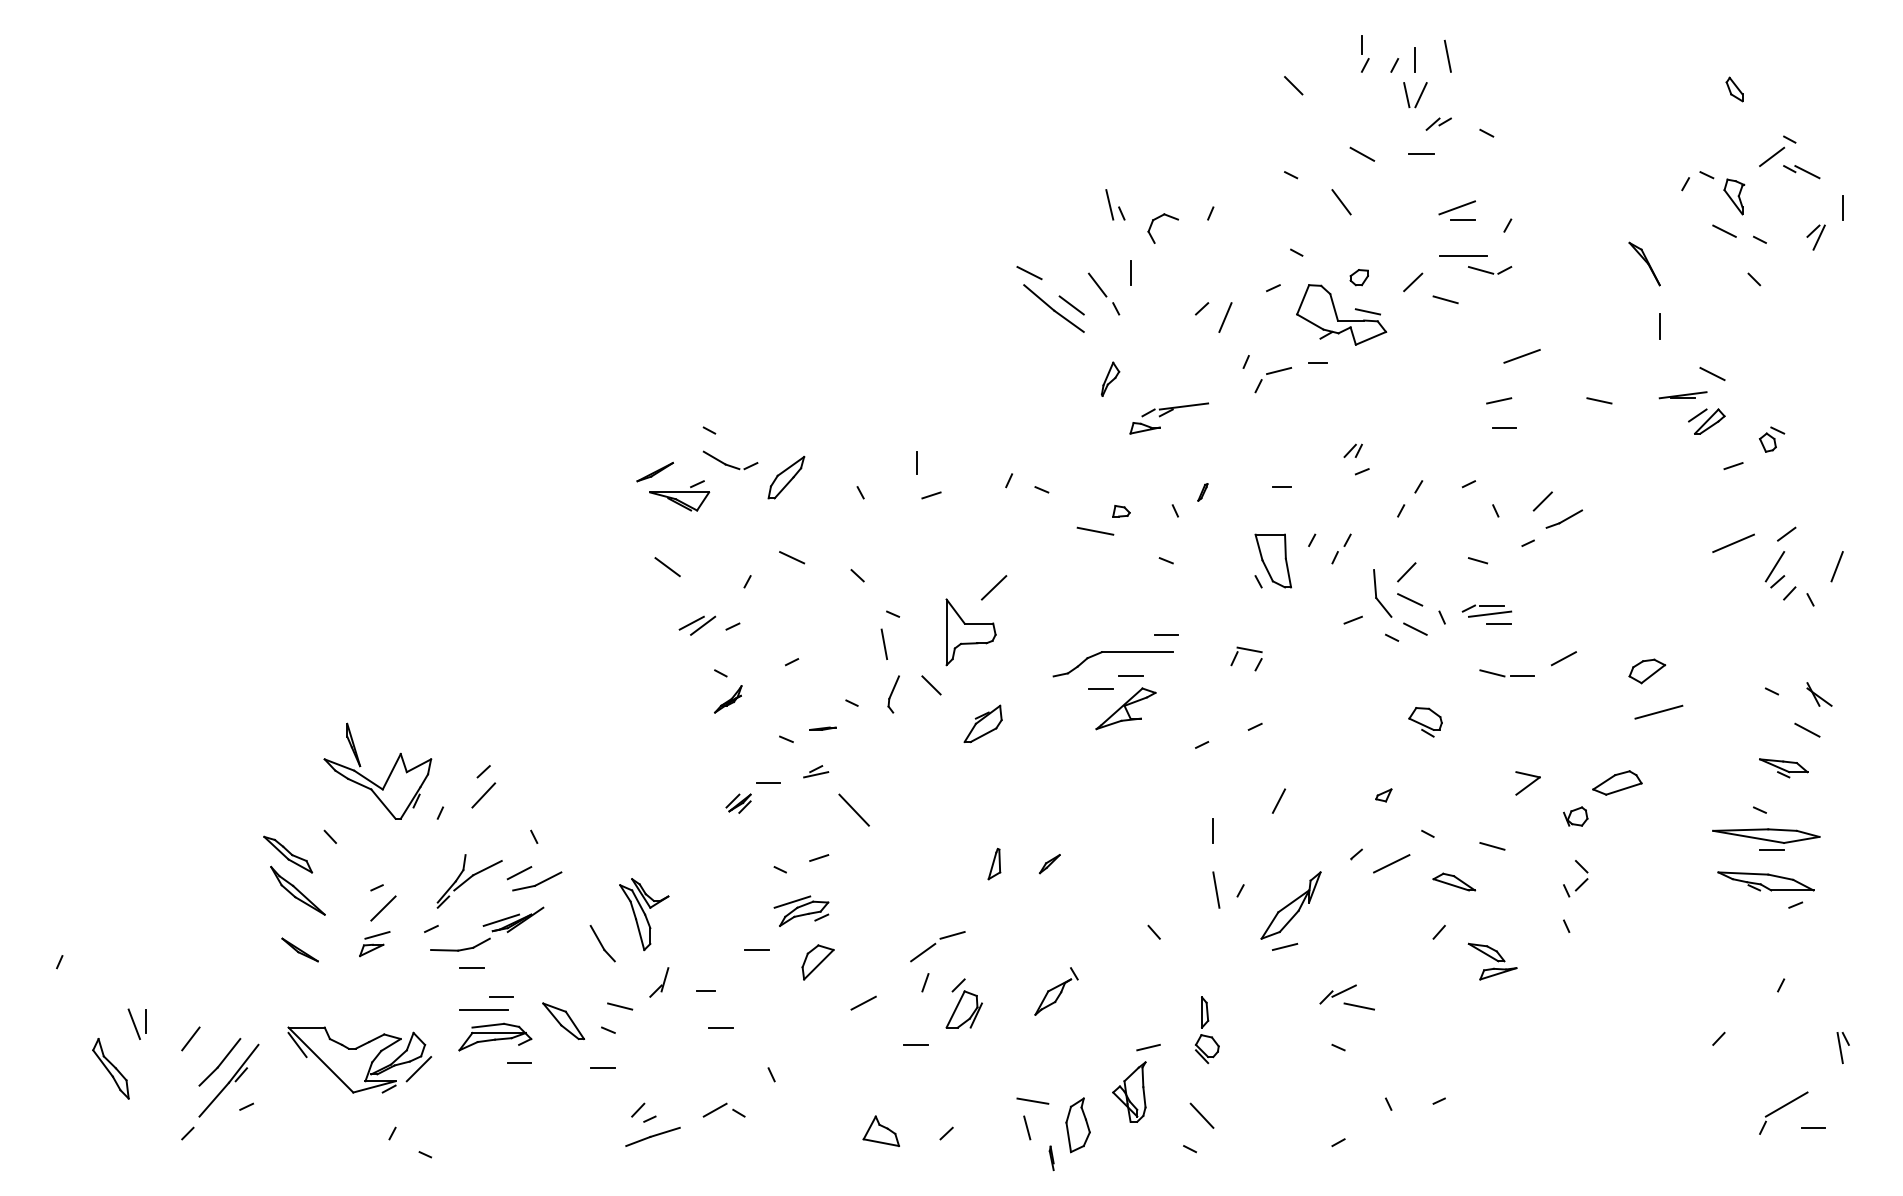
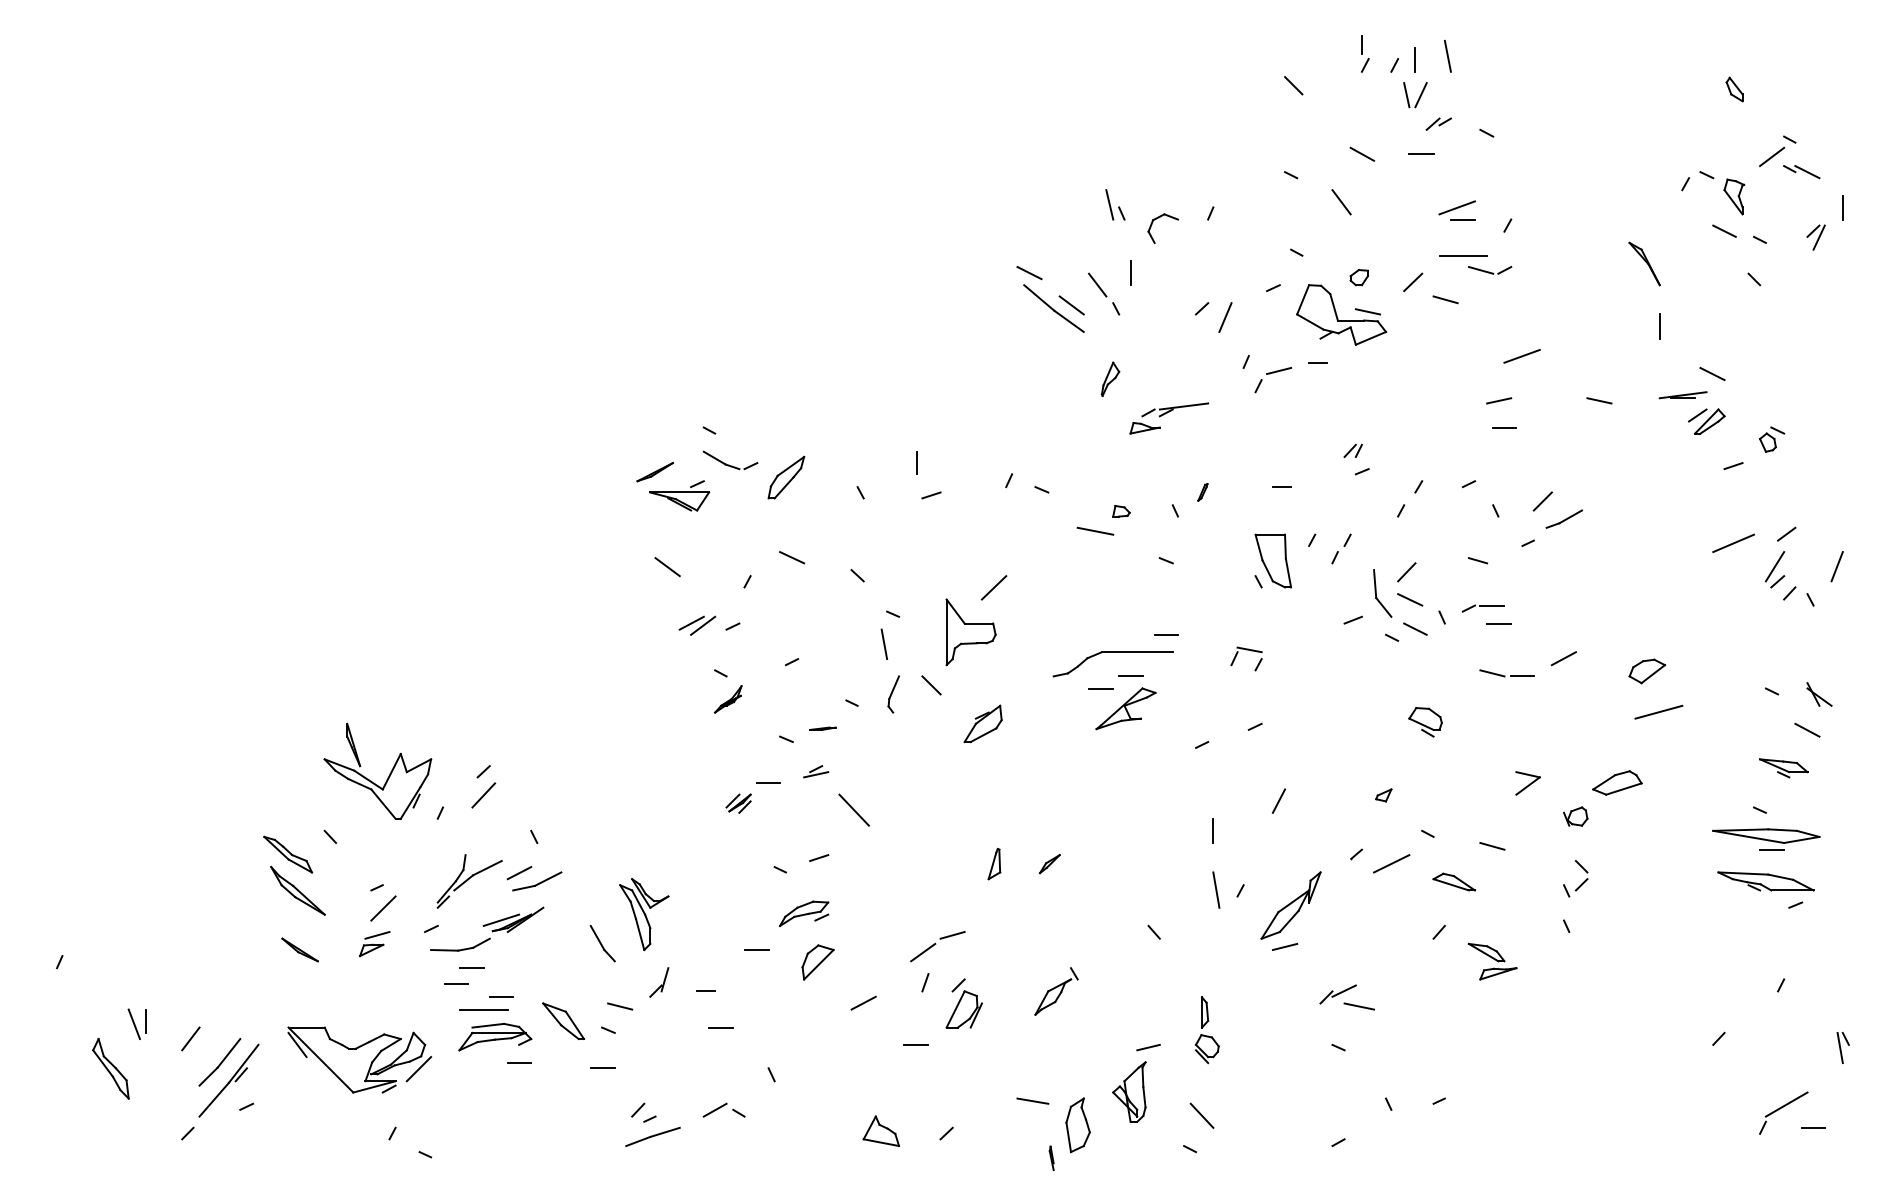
line at (1489, 613): present -> none
line at (792, 901): present -> none
line at (456, 983): none -> present
line at (1027, 1127): present -> none
